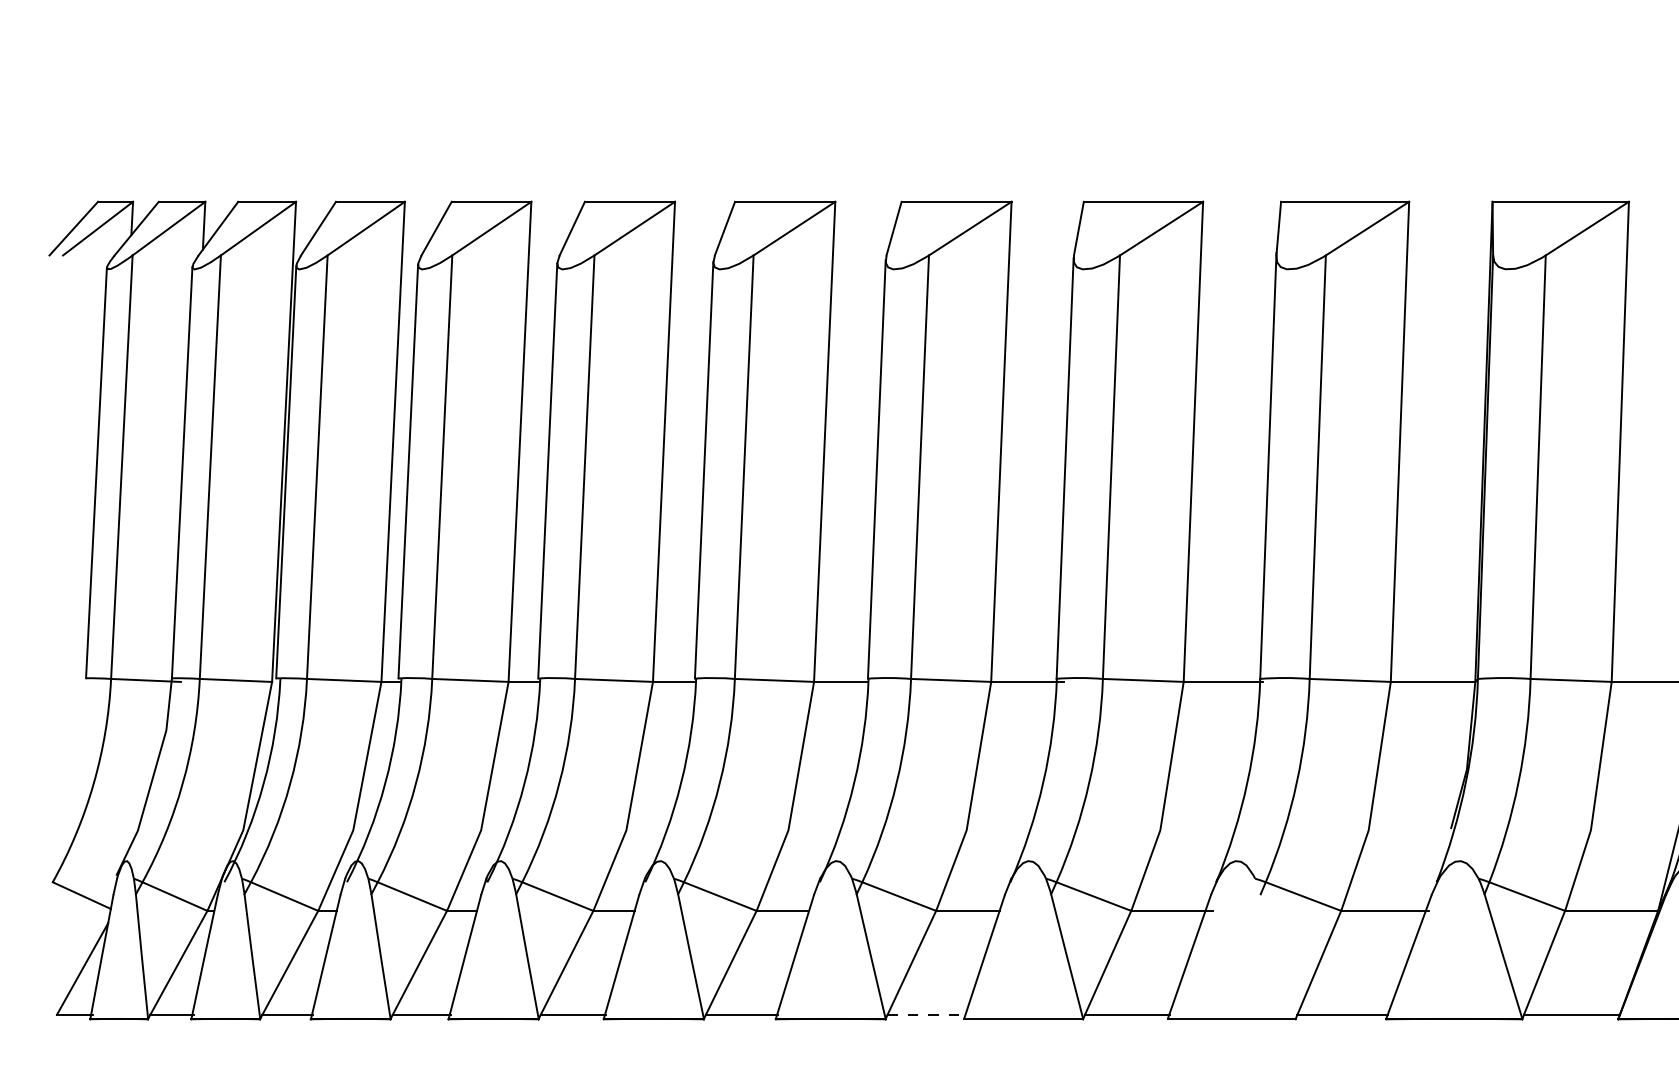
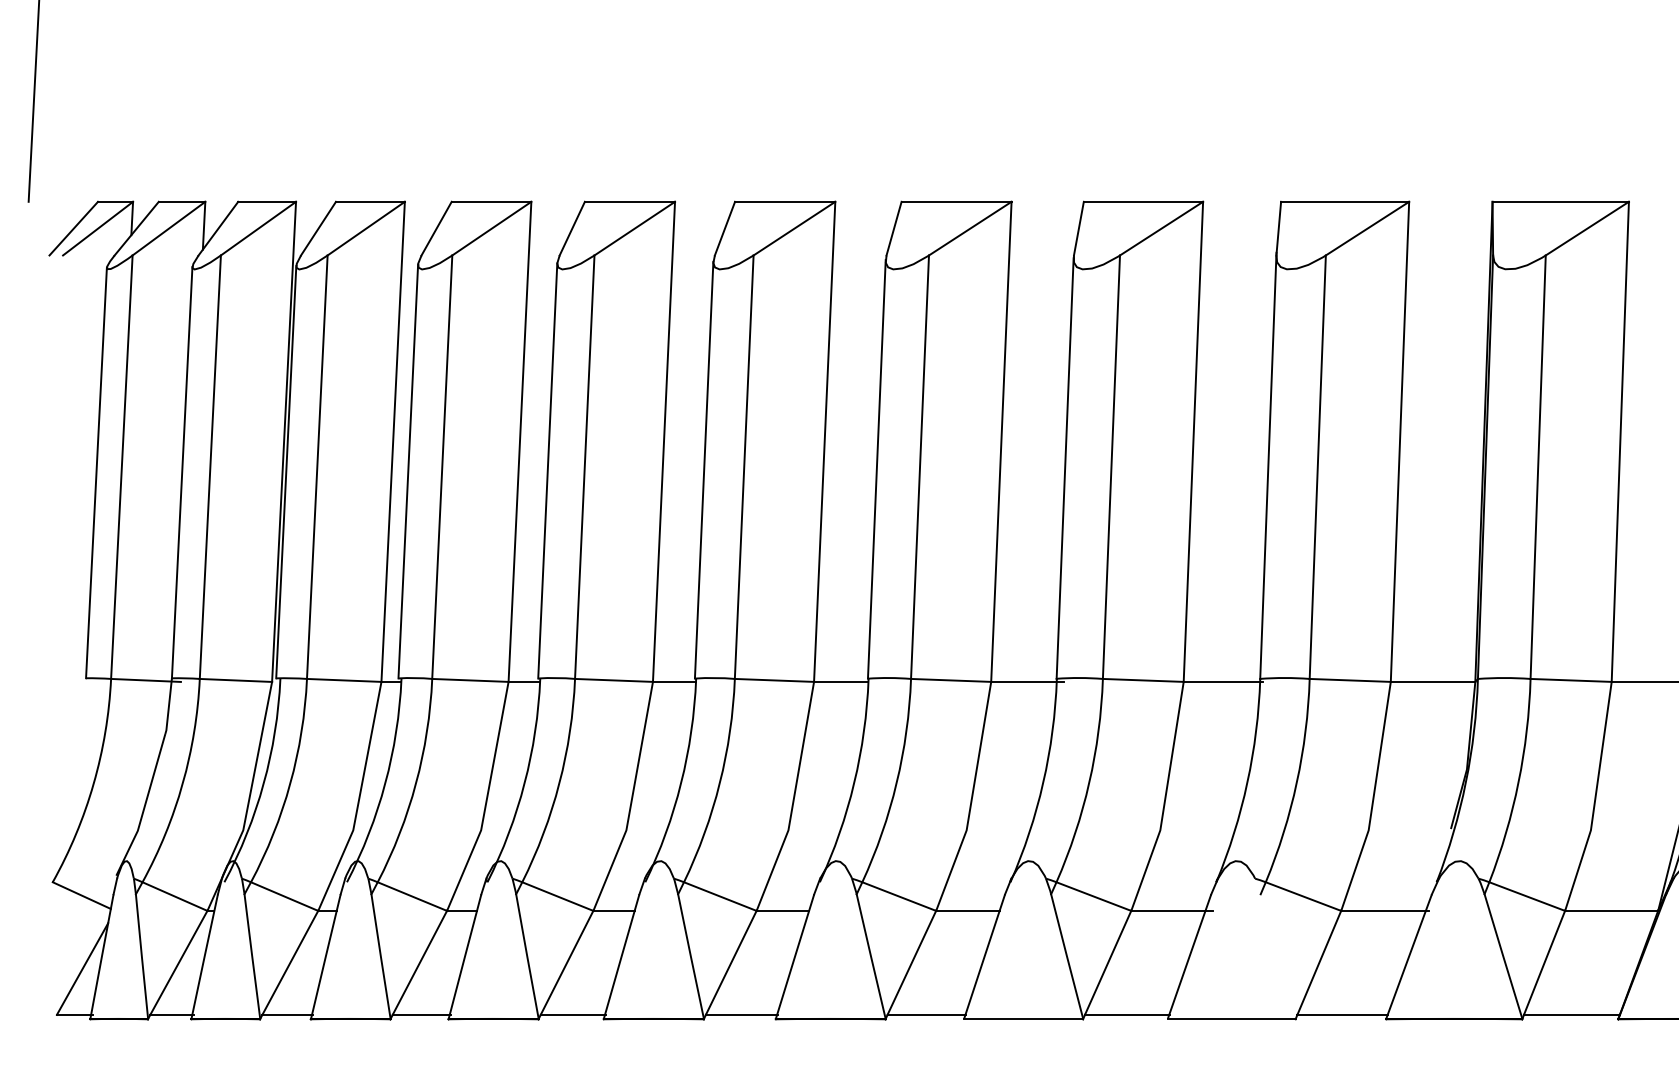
line at (33, 101): none -> present
line at (927, 1014): dashed -> solid
